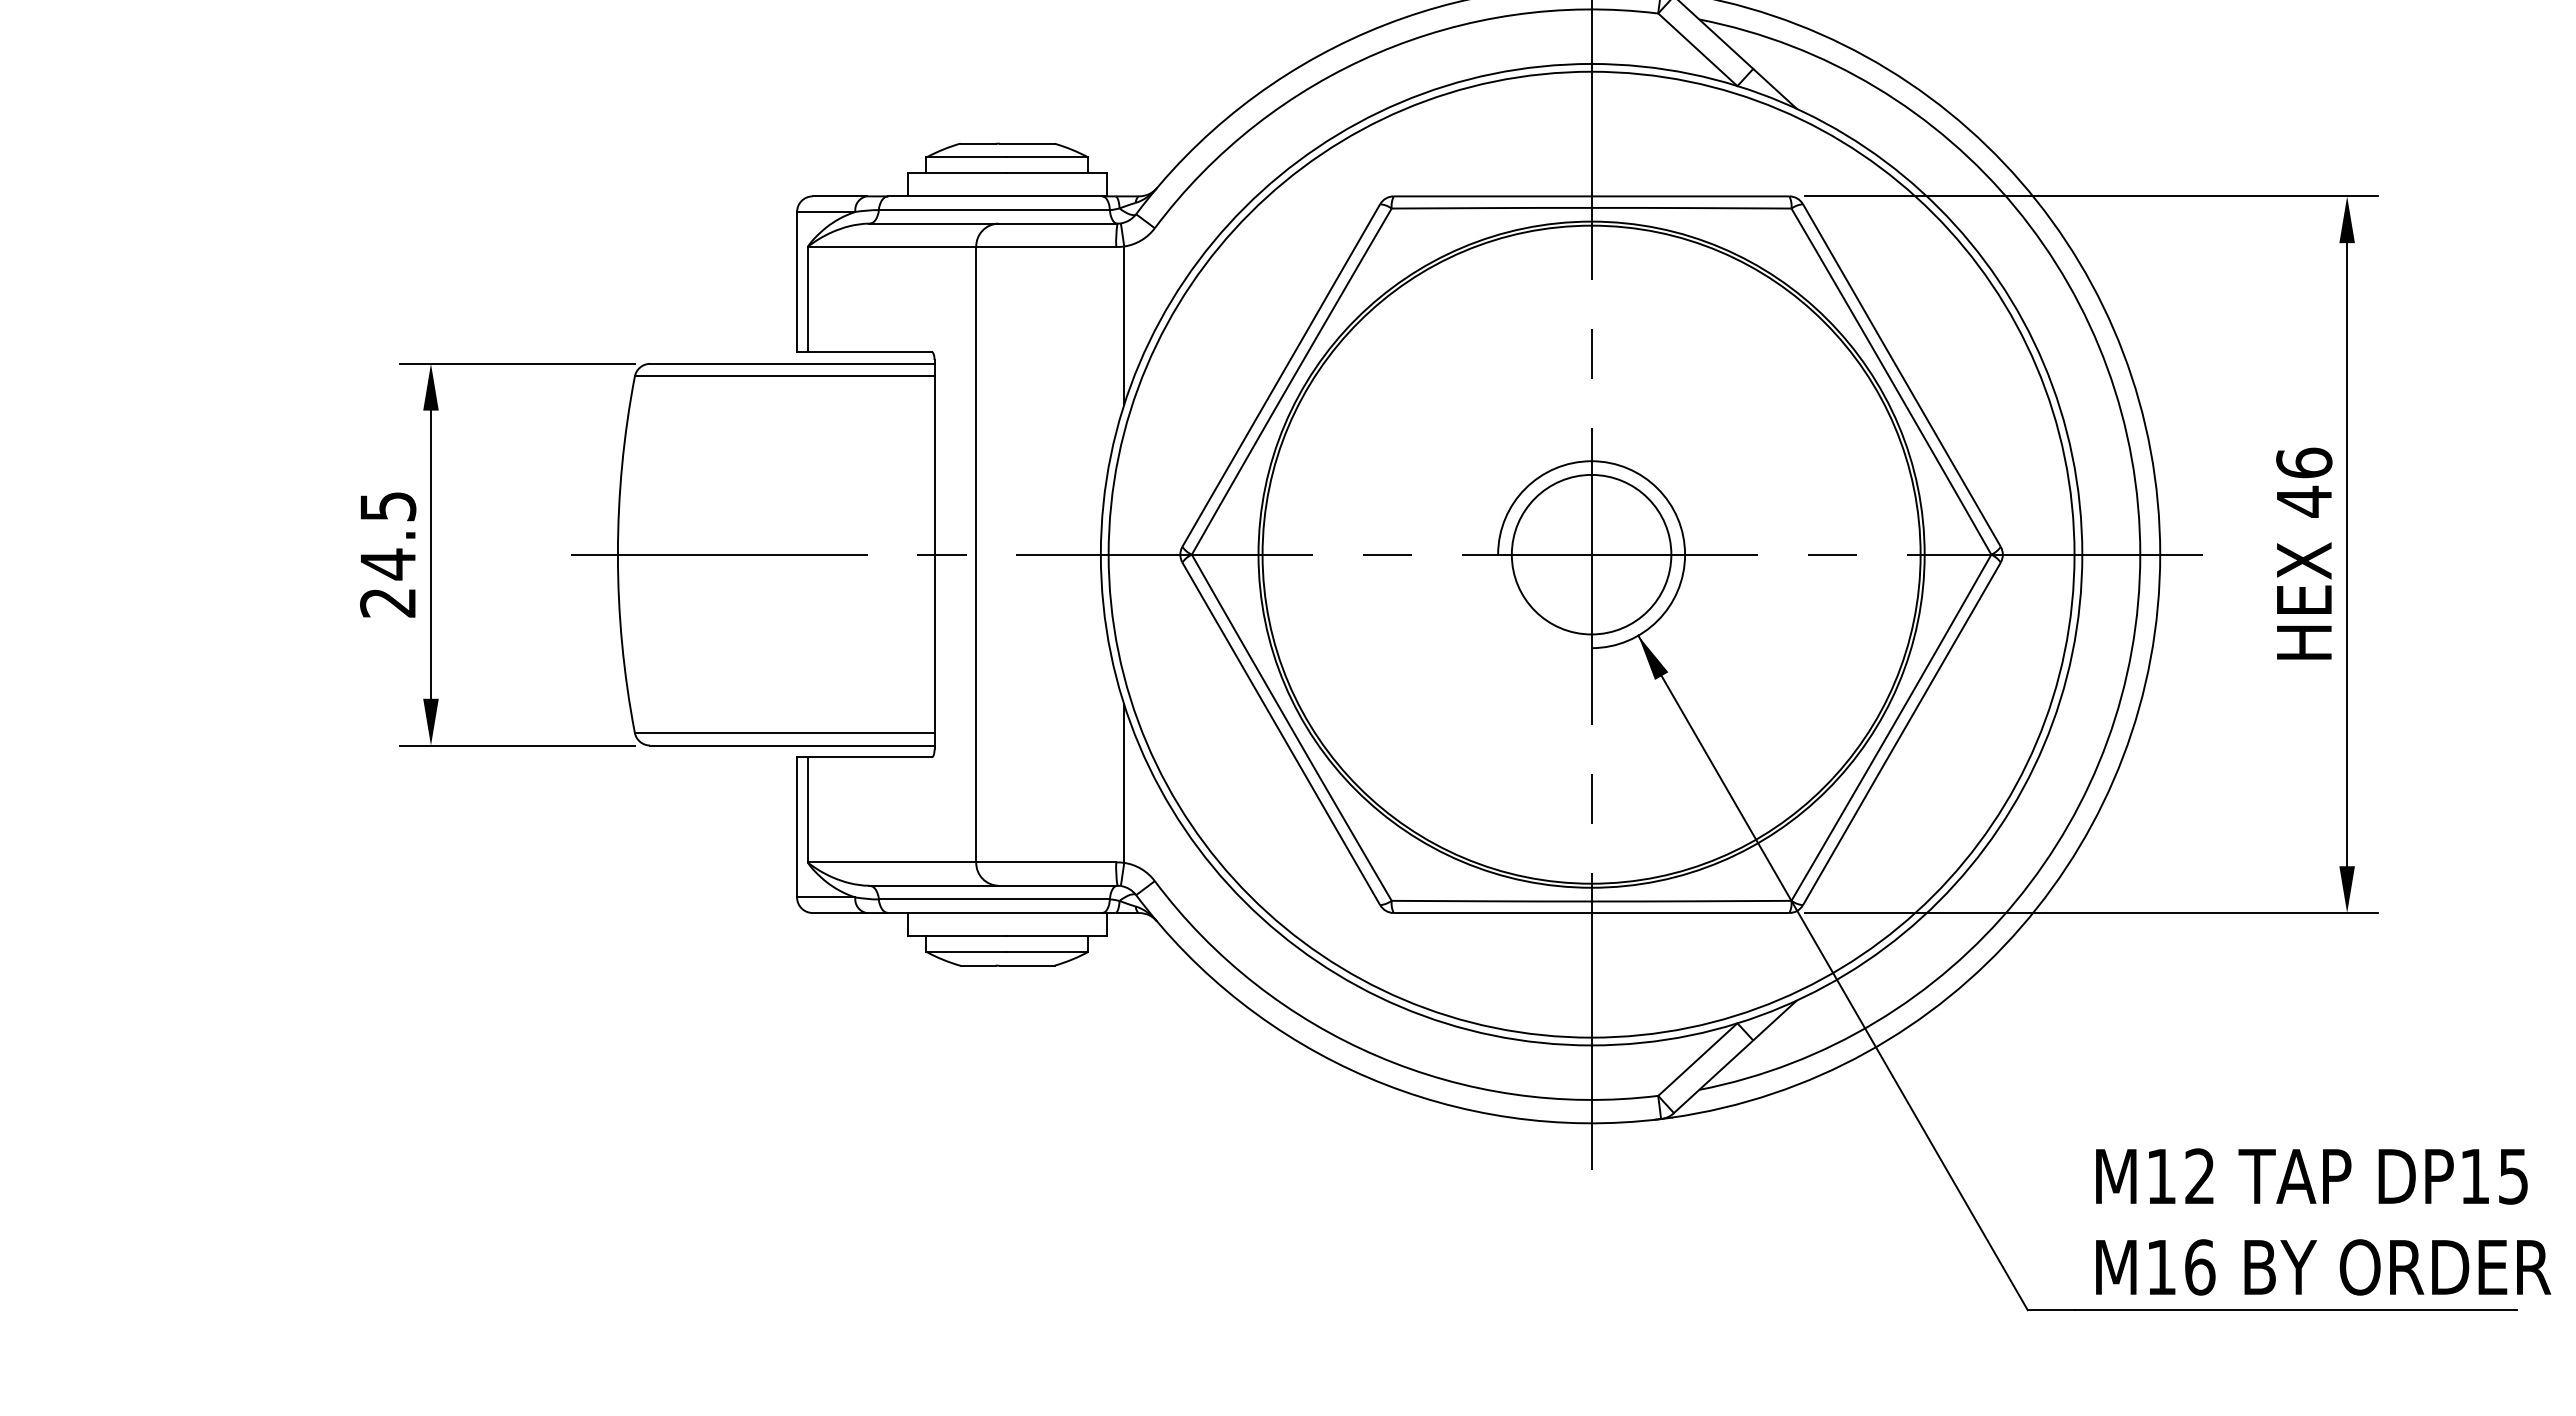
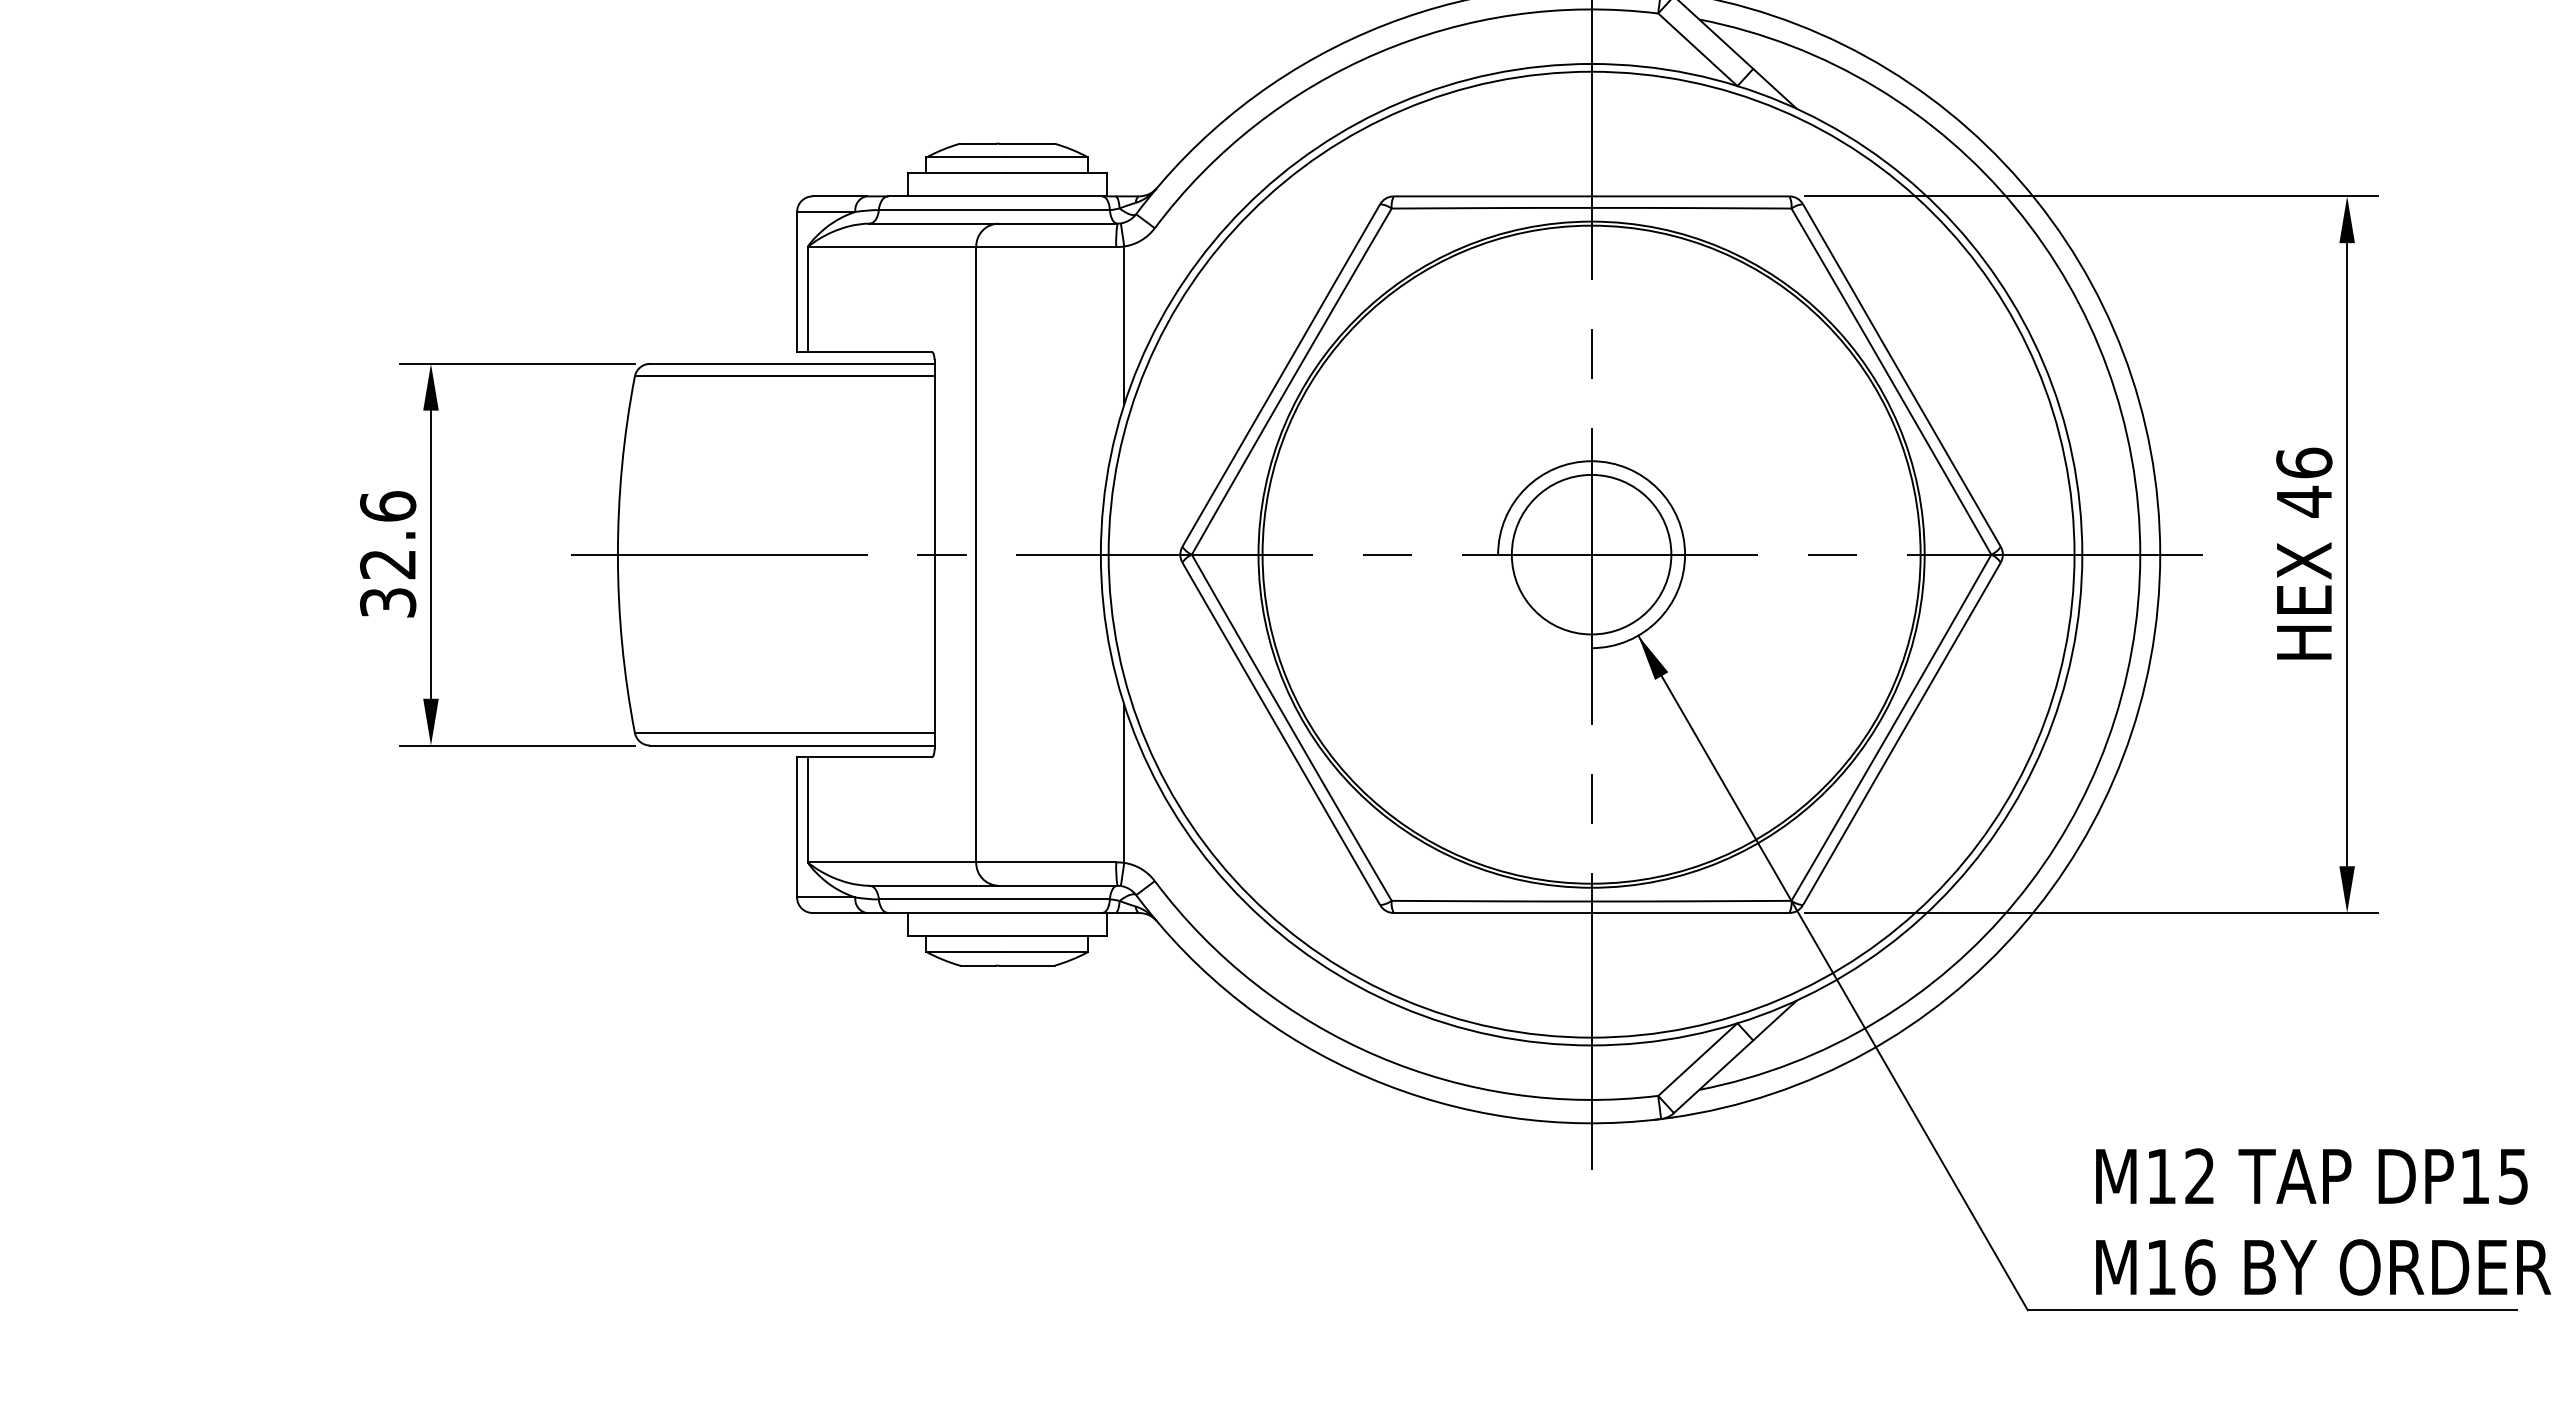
text at (388, 554): 24.5 -> 32.6
